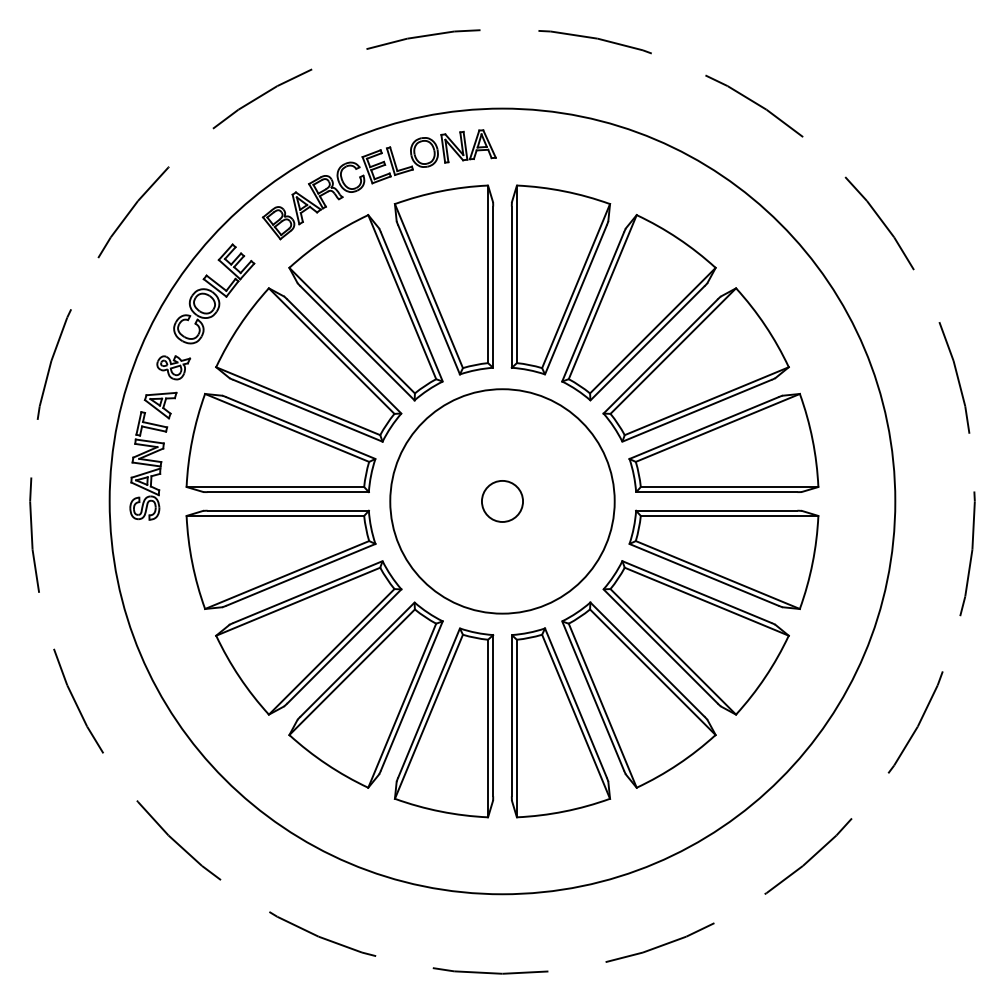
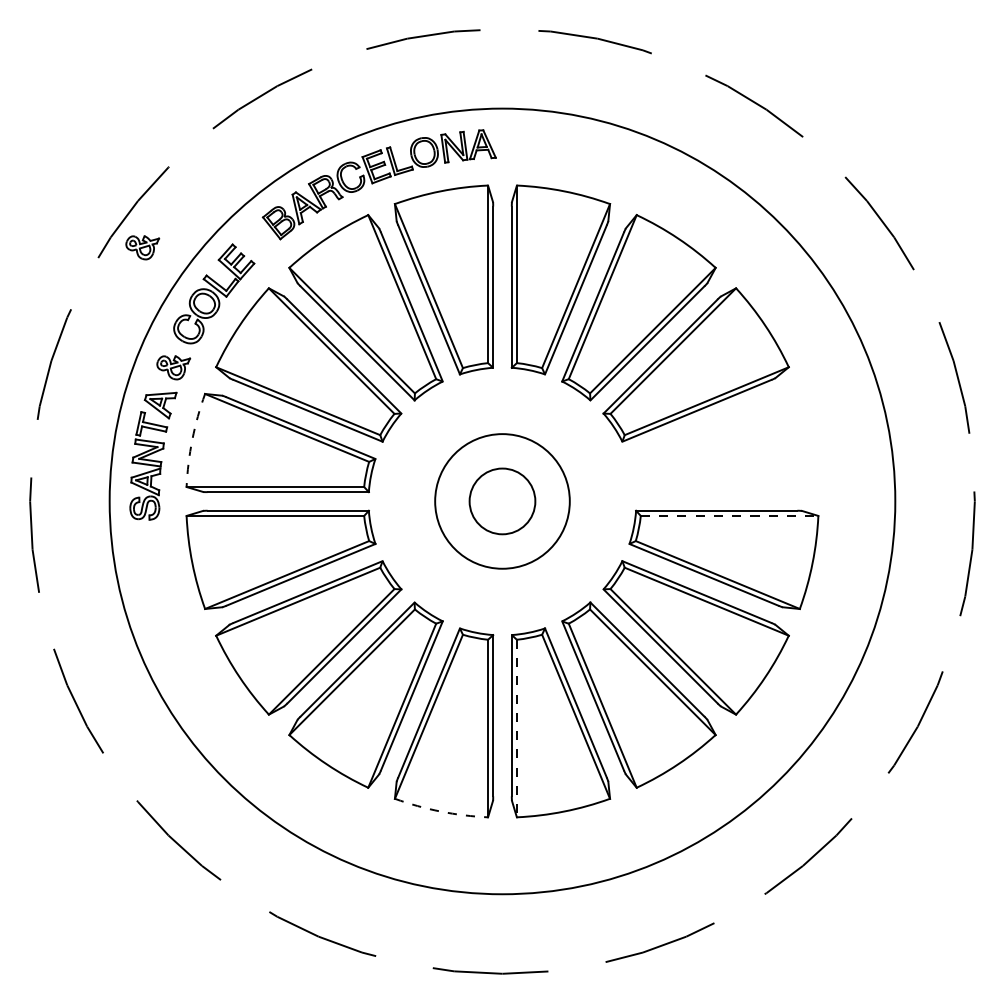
part at (142, 247): none -> present
arc at (192, 439): solid -> dashed
part at (723, 442): present -> none
circle at (502, 500) diameter: 41 px -> 66 px
circle at (502, 501) diameter: 224 px -> 135 px
line at (729, 515): solid -> dashed
line at (516, 728): solid -> dashed
arc at (440, 811): solid -> dashed
